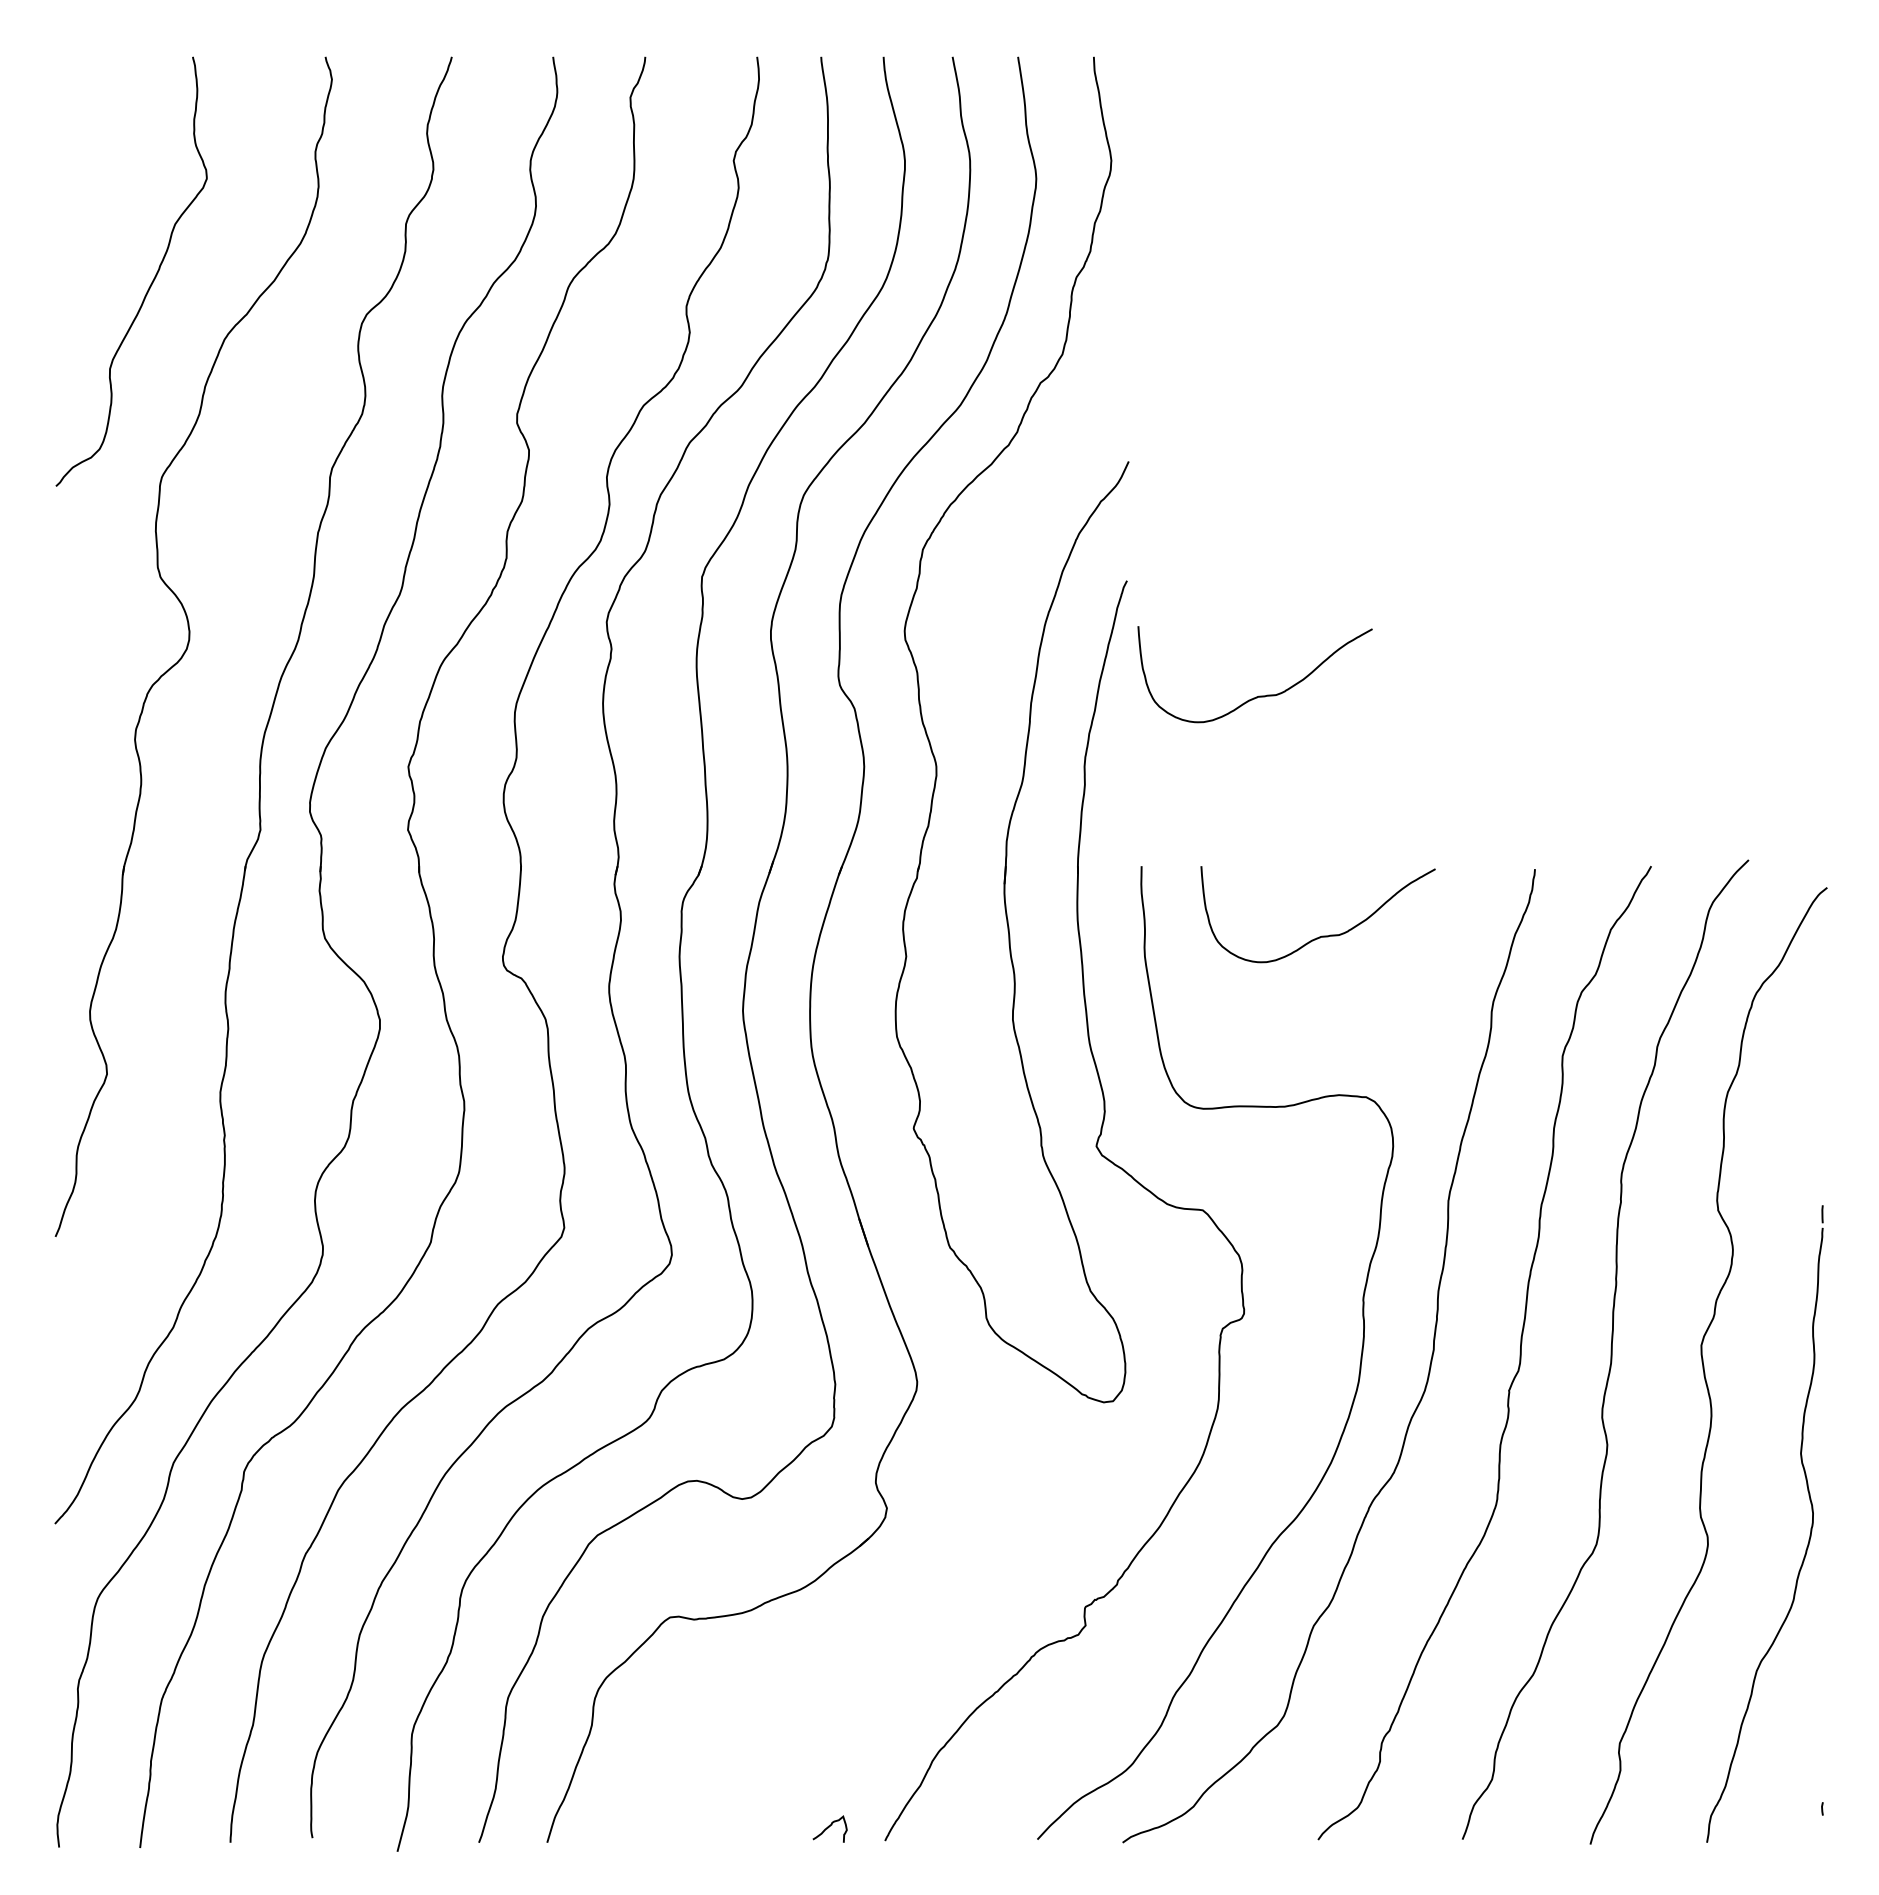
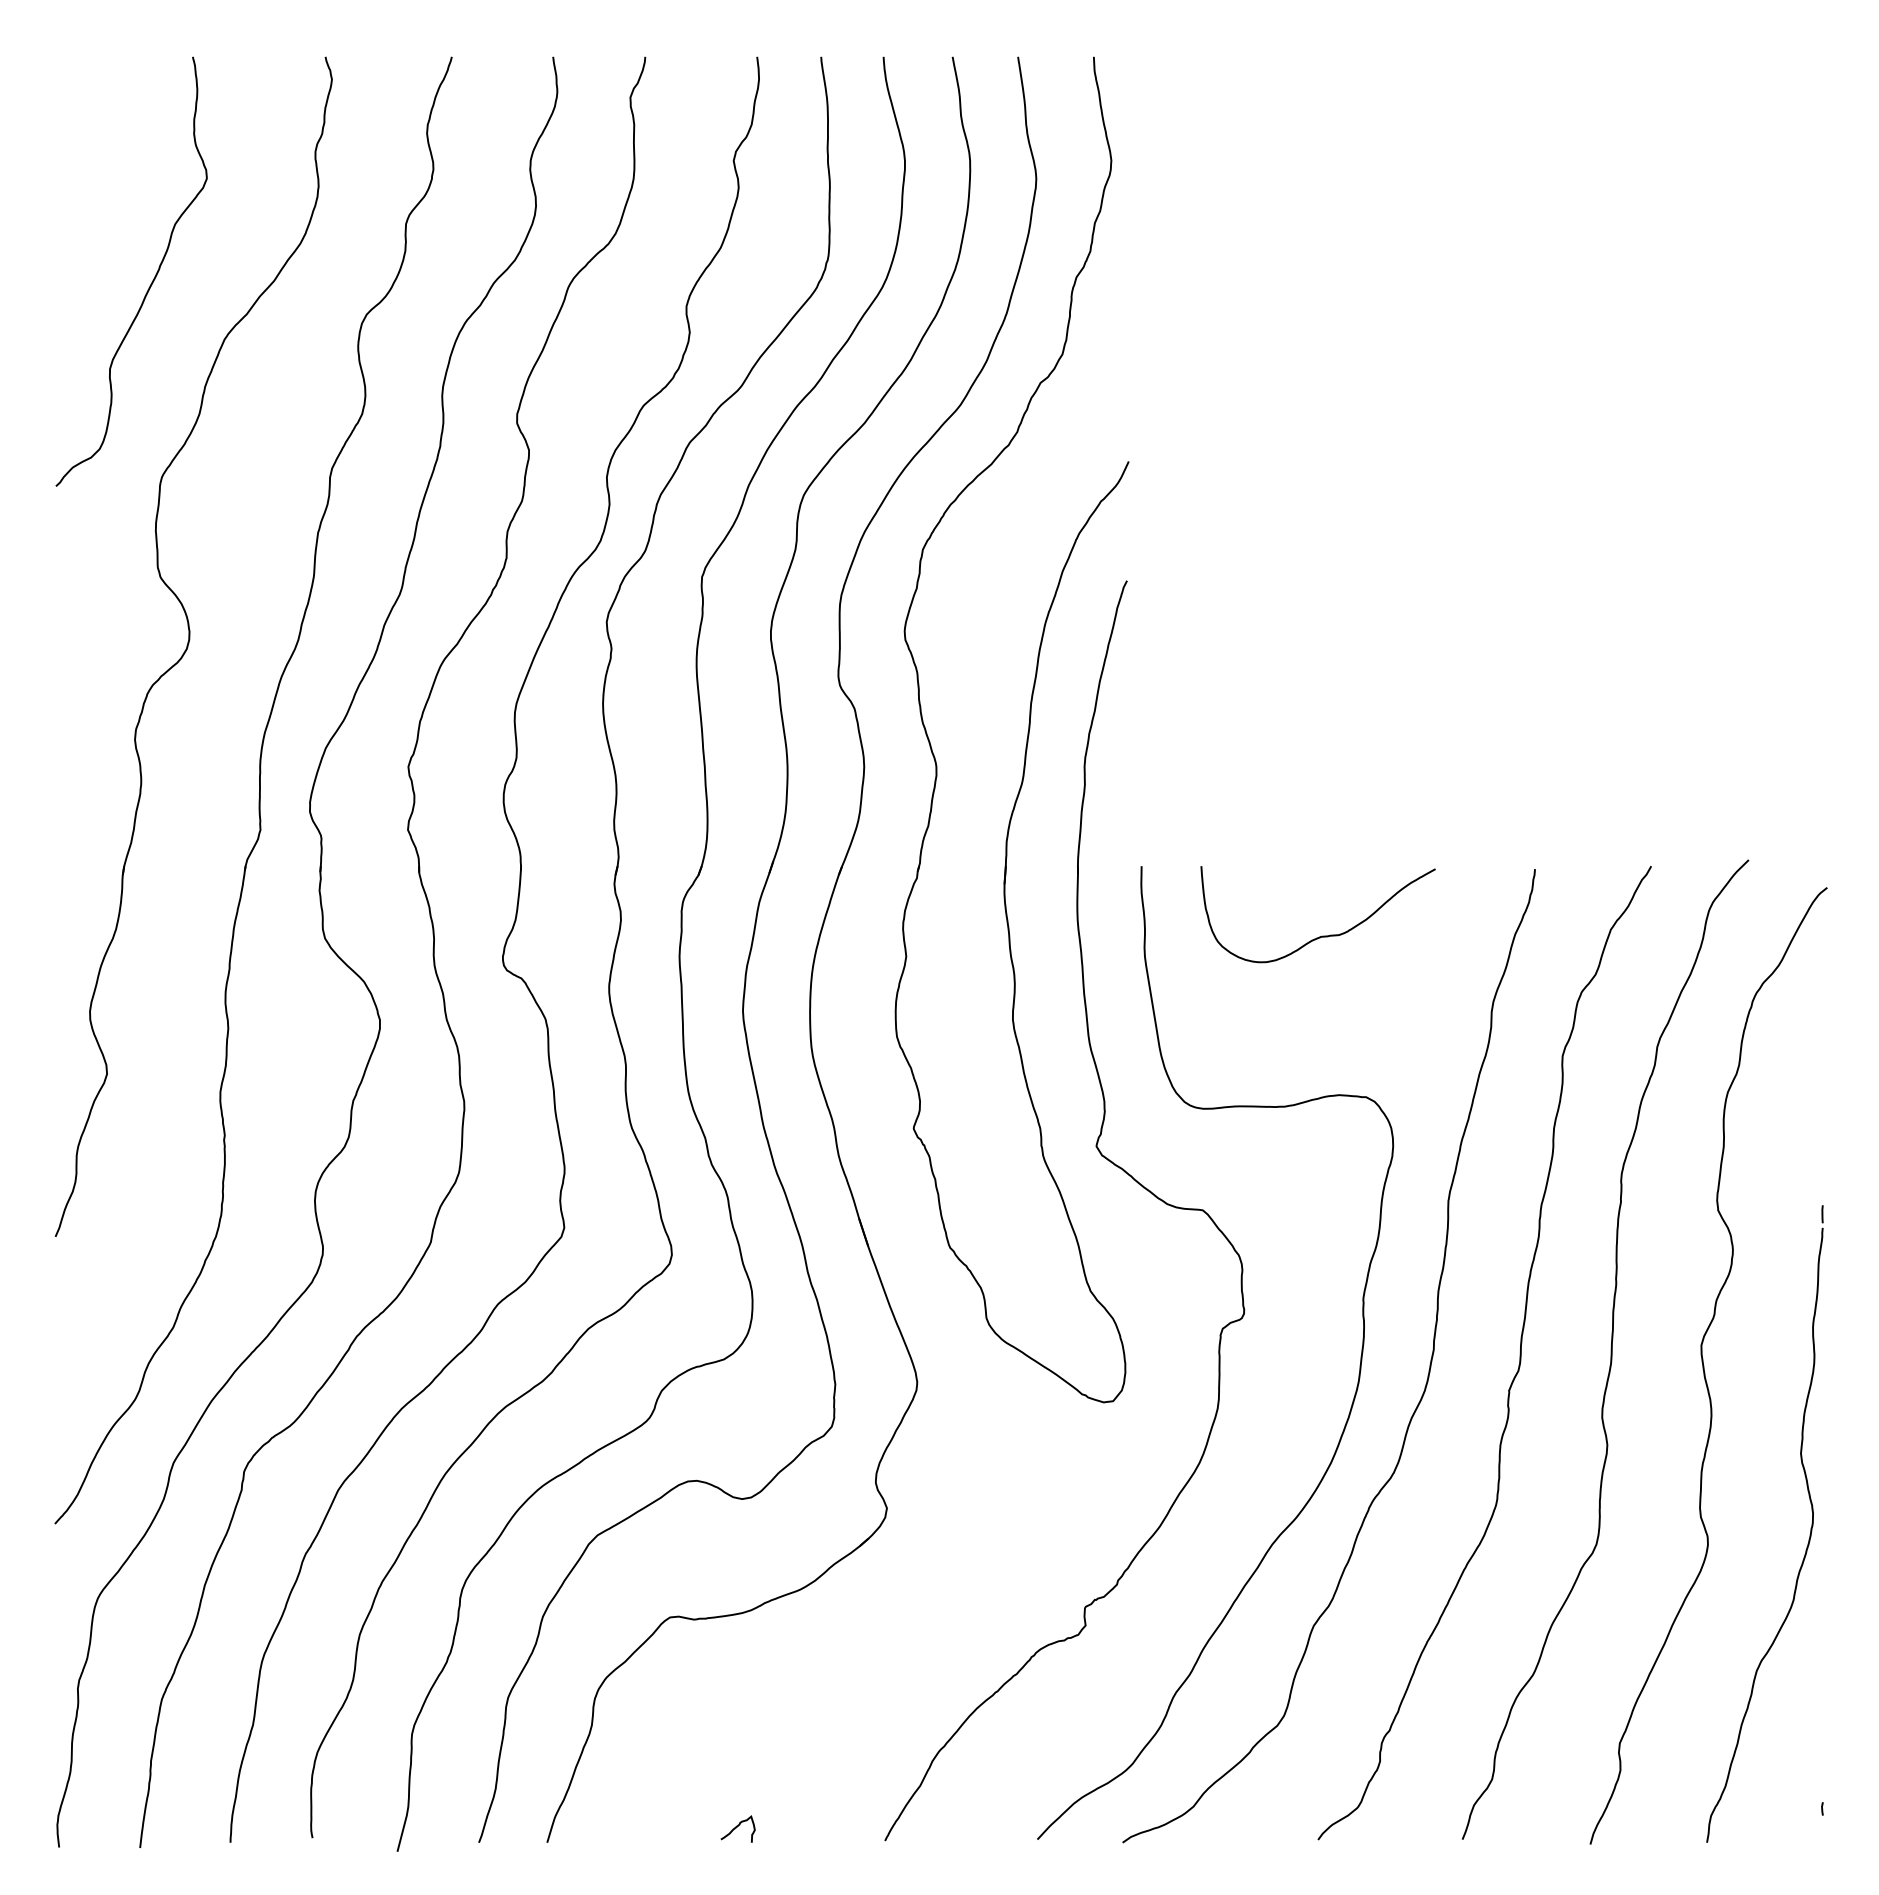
curve at (1258, 695): present -> none
curve at (829, 1827) position: (829, 1827) -> (737, 1827)
